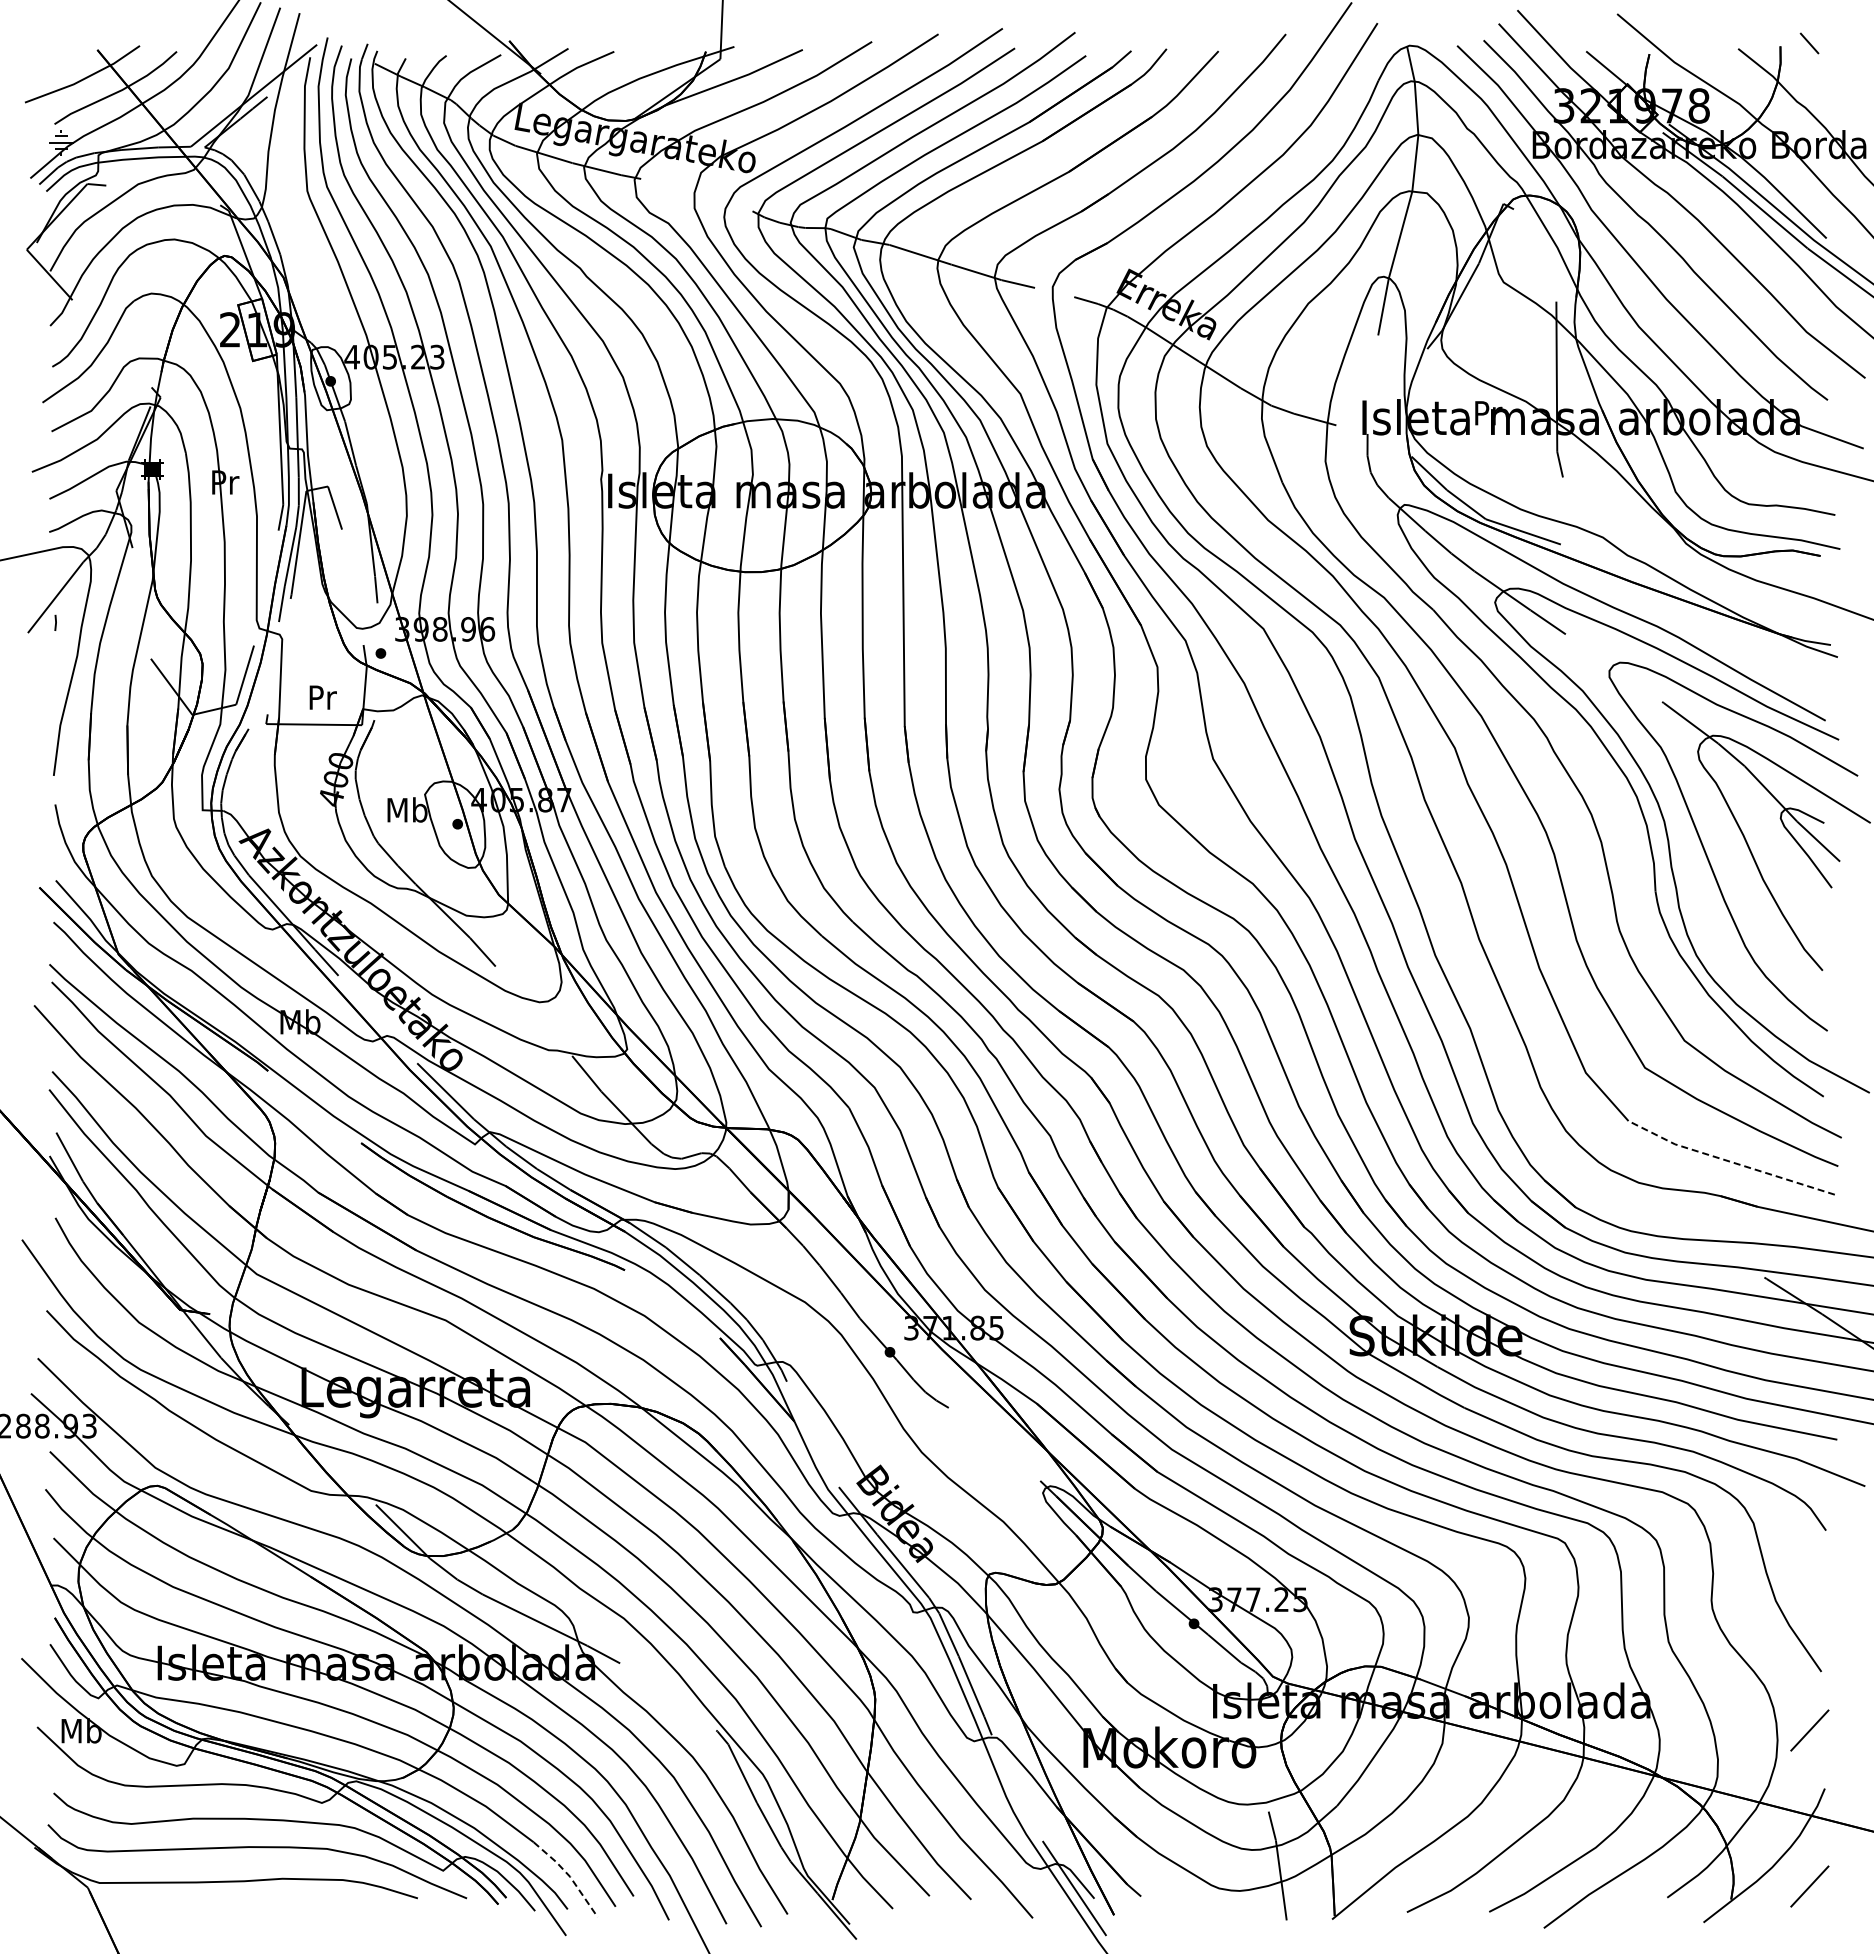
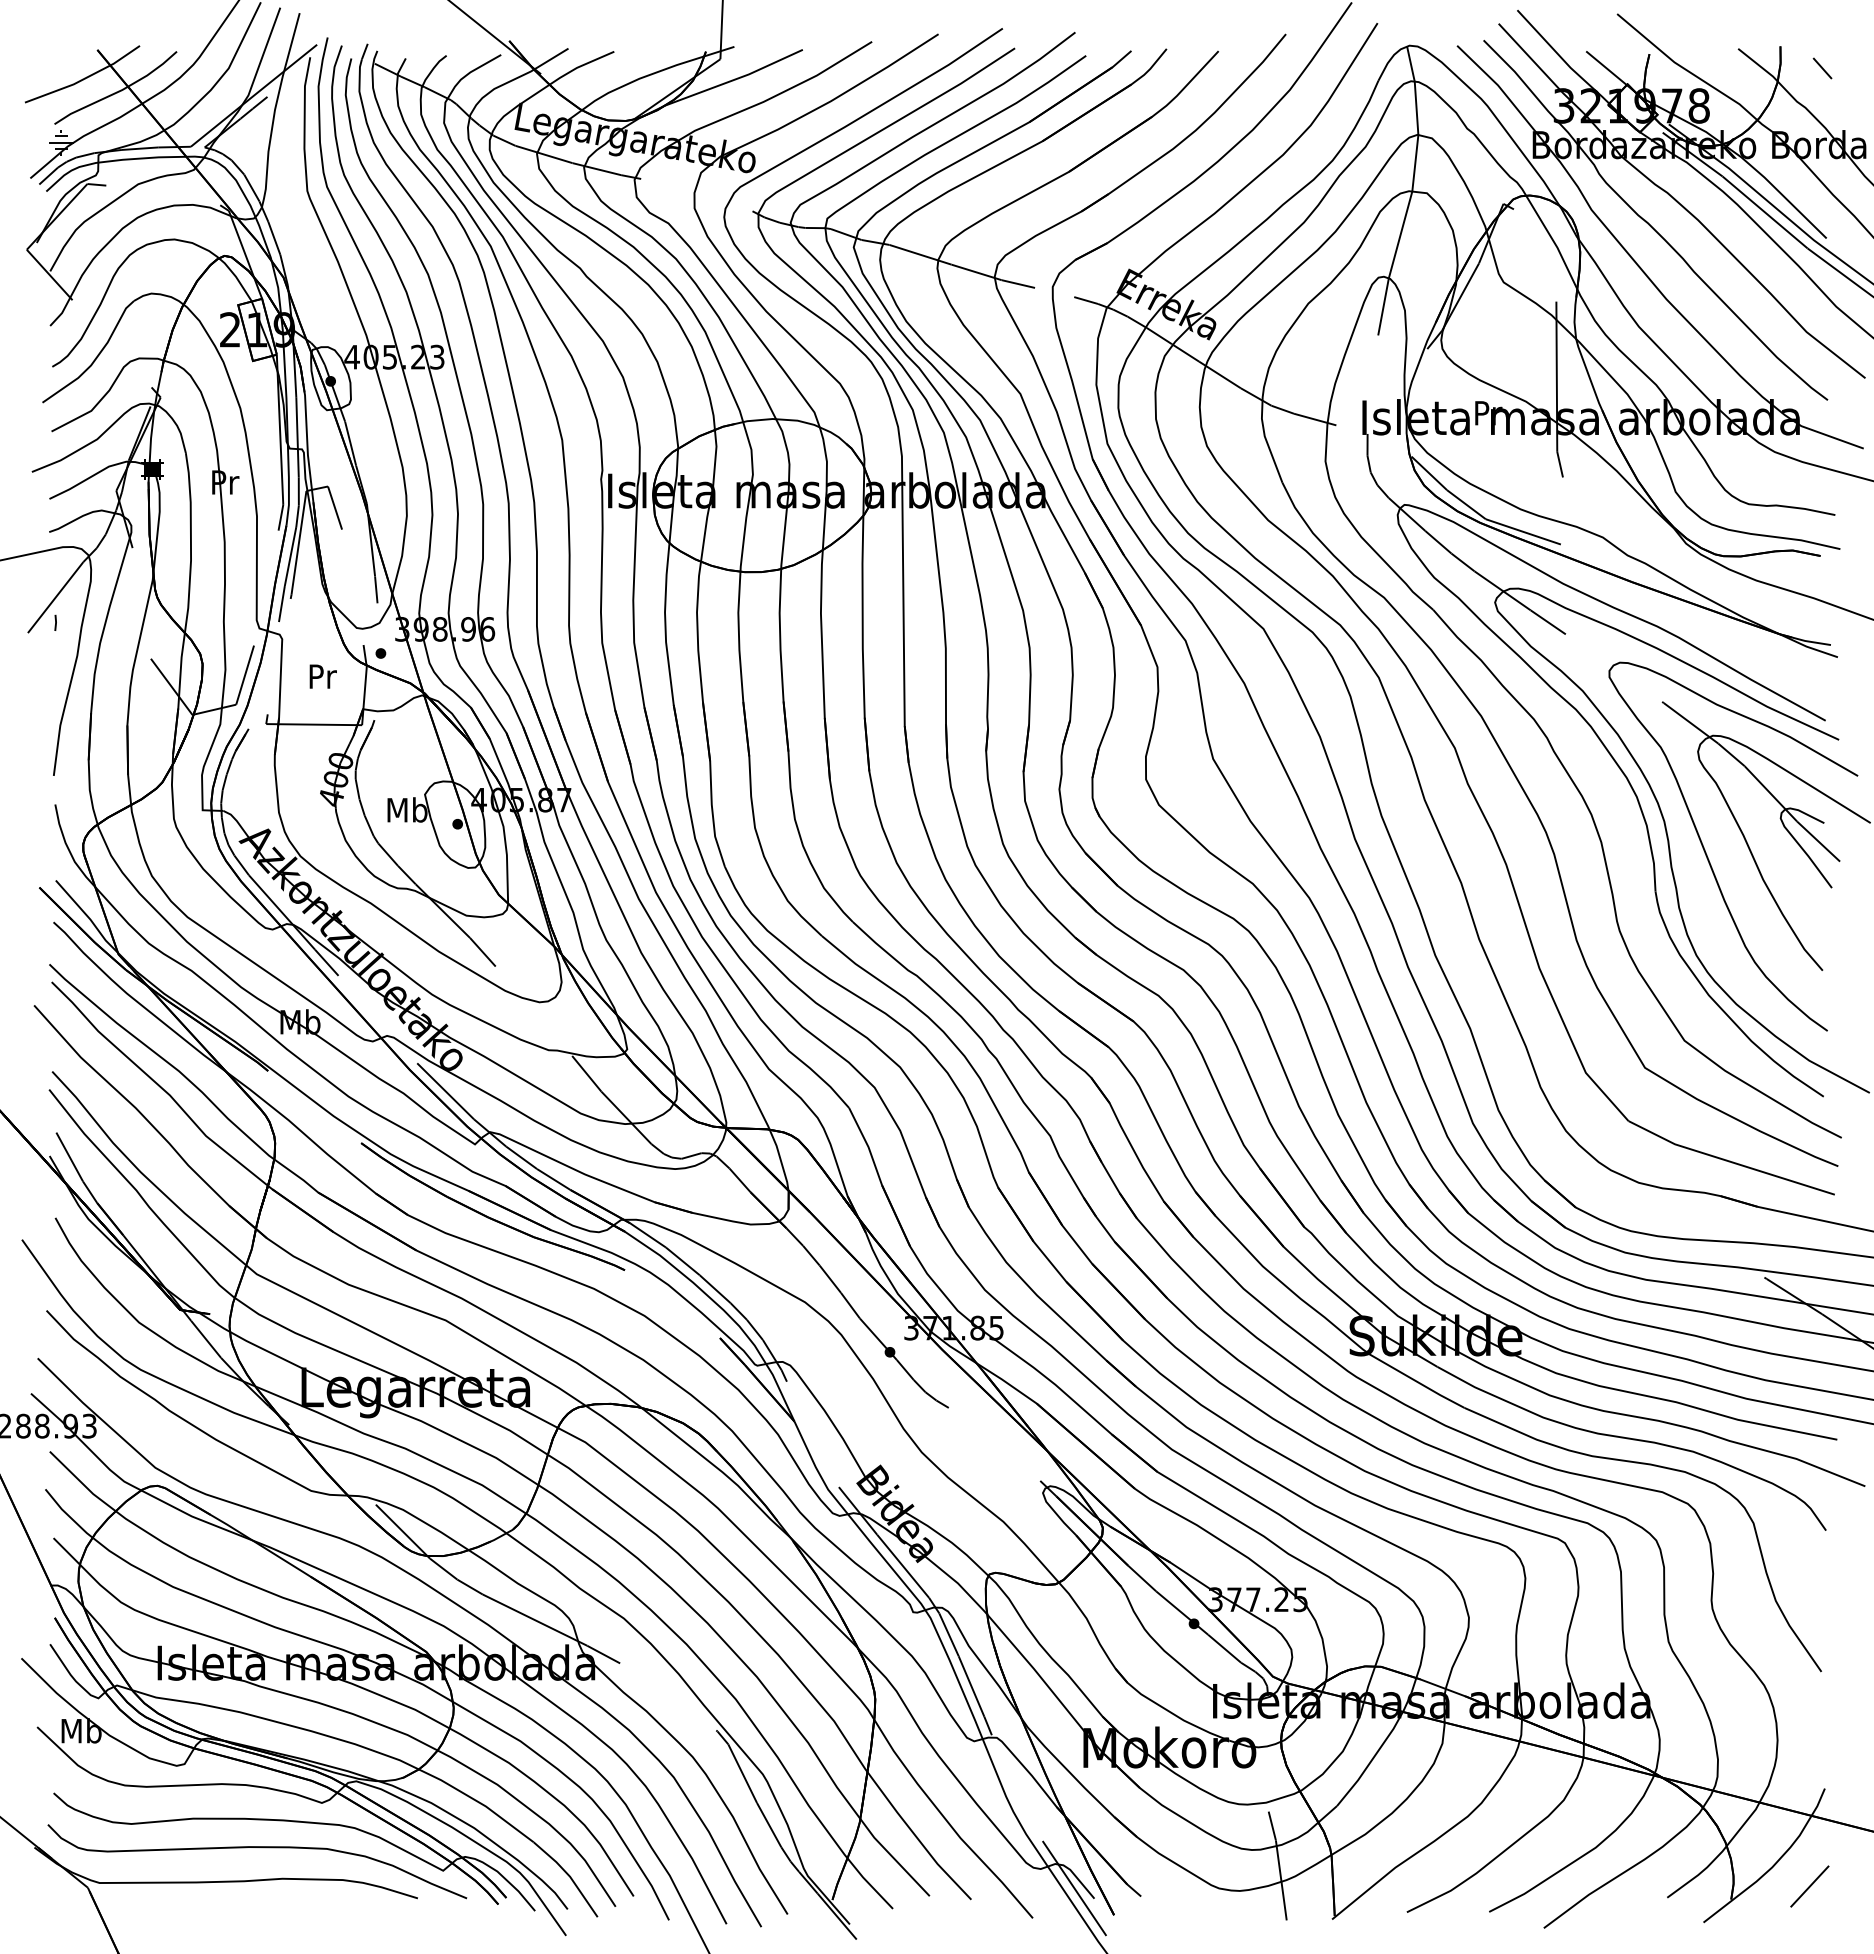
line at (1809, 43) position: (1809, 43) -> (1822, 68)
text at (322, 697) position: (322, 697) -> (322, 676)
line at (1729, 1161): dashed -> solid
line at (1809, 1730): present -> none
line at (569, 1876): dashed -> solid
